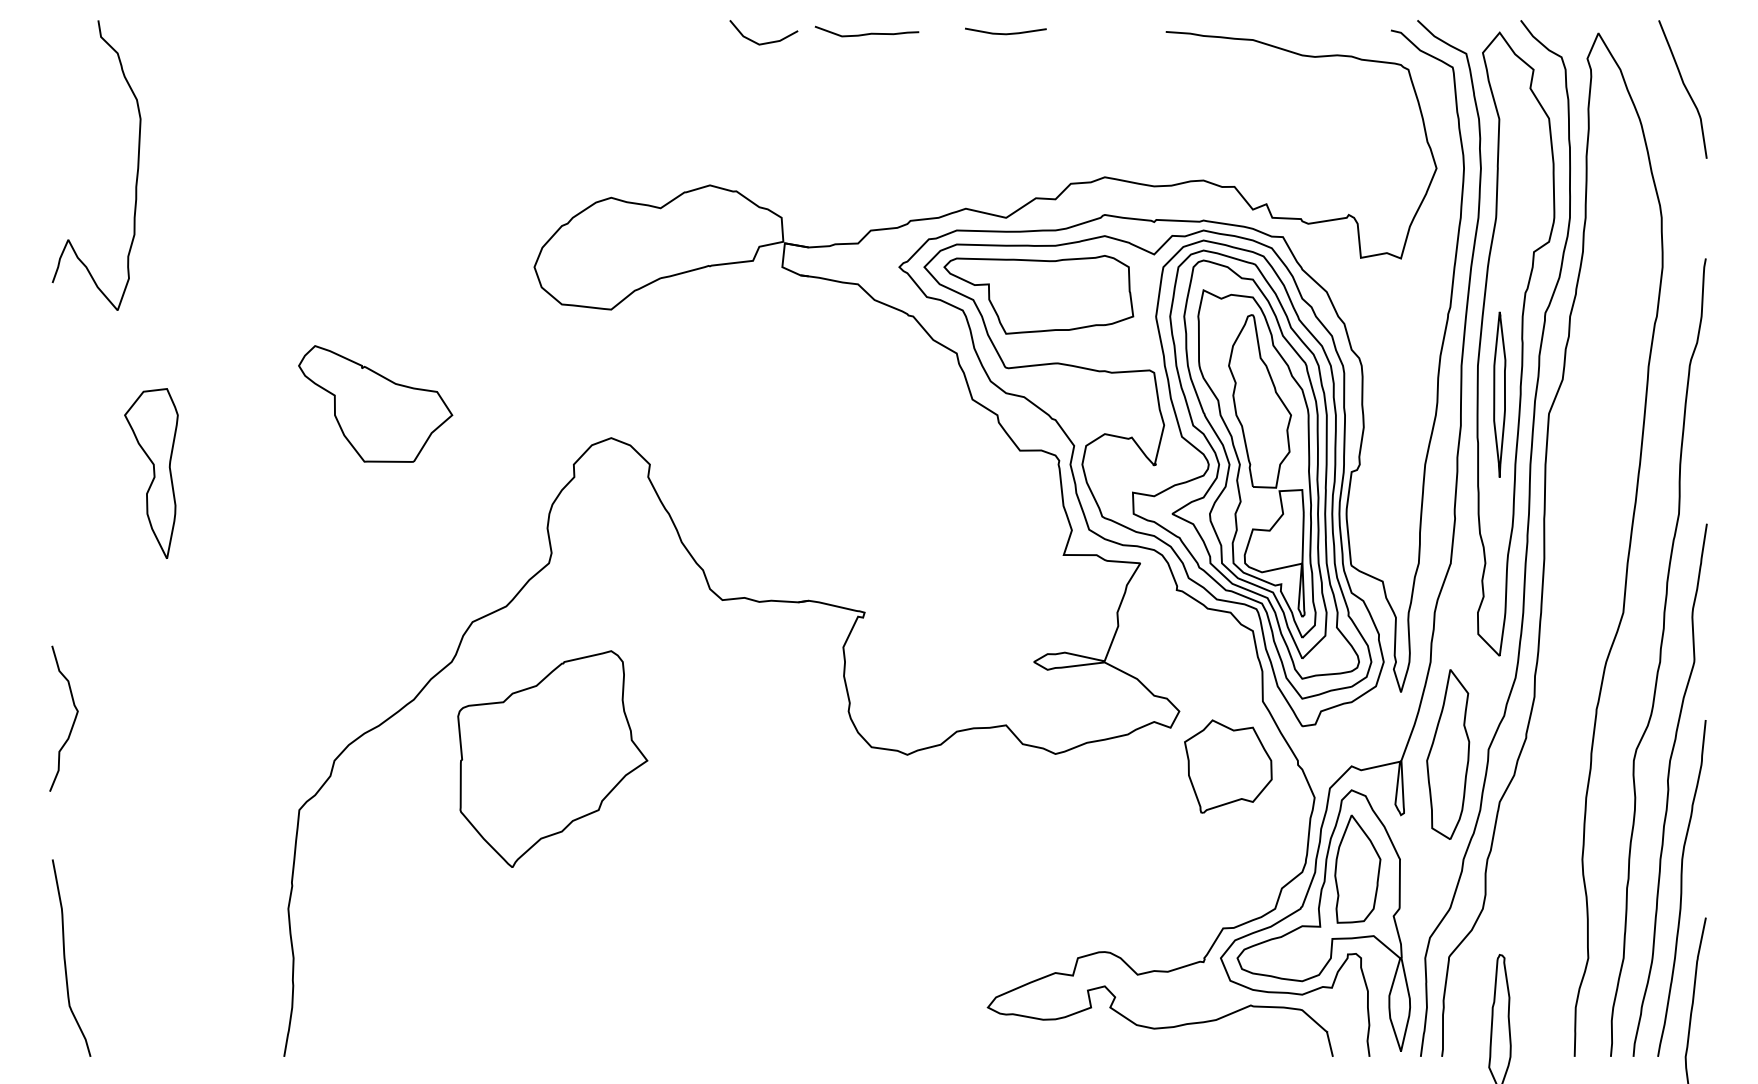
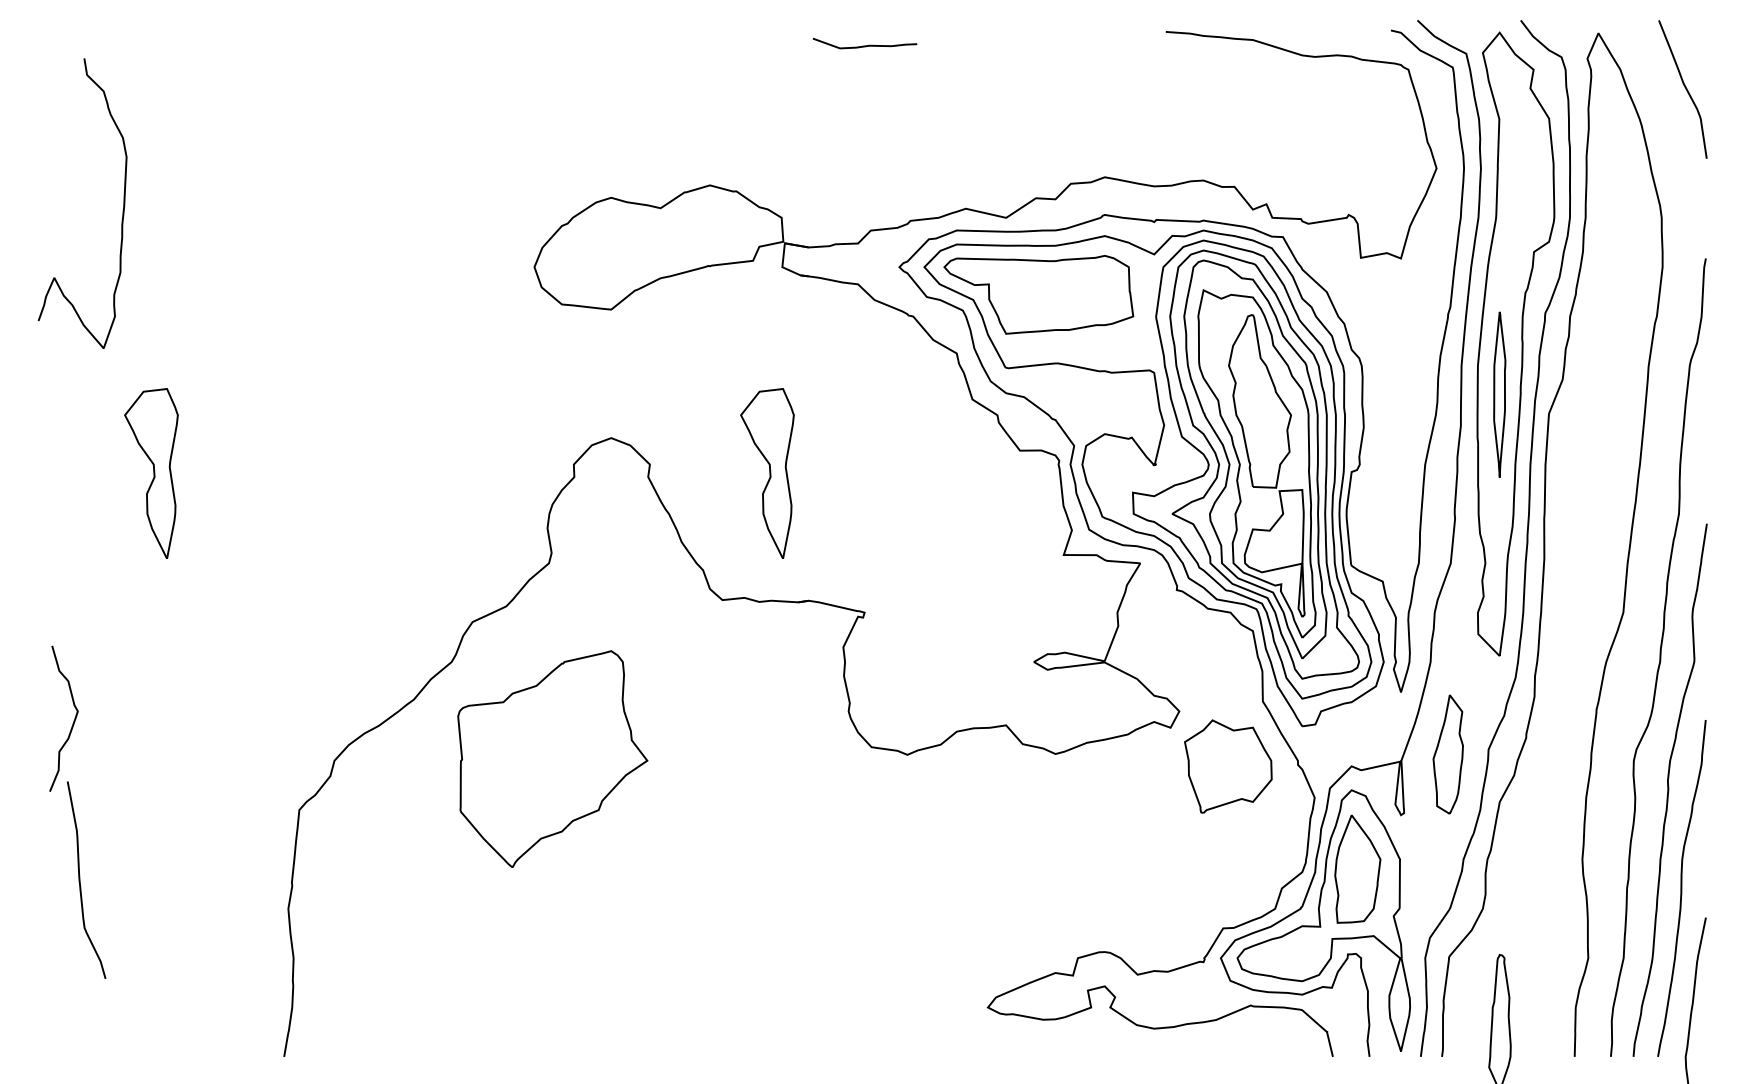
curve at (866, 33) position: (866, 33) -> (864, 45)
line at (1005, 33): present -> none
line at (764, 42): present -> none
curve at (136, 172) position: (136, 172) -> (122, 210)
part at (375, 403): present -> none
part at (767, 473): none -> present
part at (1448, 754) size: 45x171 px -> 32x121 px
curve at (65, 957) position: (65, 957) -> (80, 879)
